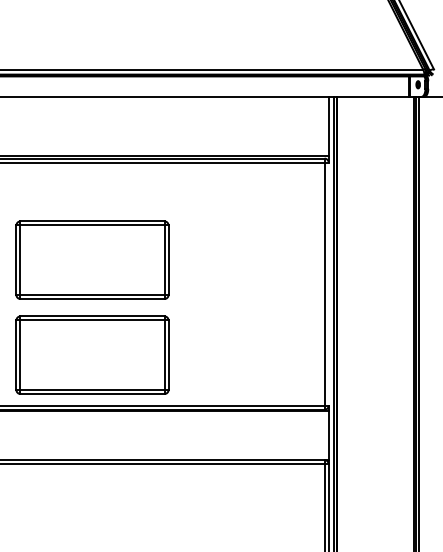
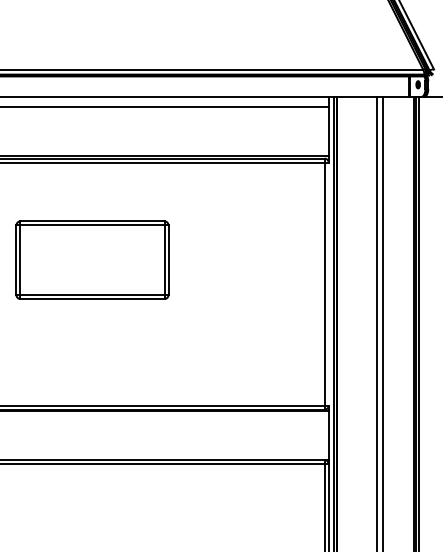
line at (165, 107): none -> present
line at (376, 322): none -> present
line at (383, 322): none -> present
part at (92, 354): present -> none
